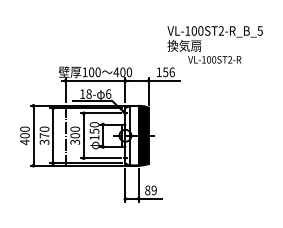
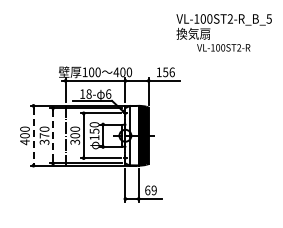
text at (214, 44) position: (214, 44) -> (223, 32)
line at (53, 135): solid -> dashed
line at (33, 136): solid -> dashed
text at (147, 190): 89 -> 69
